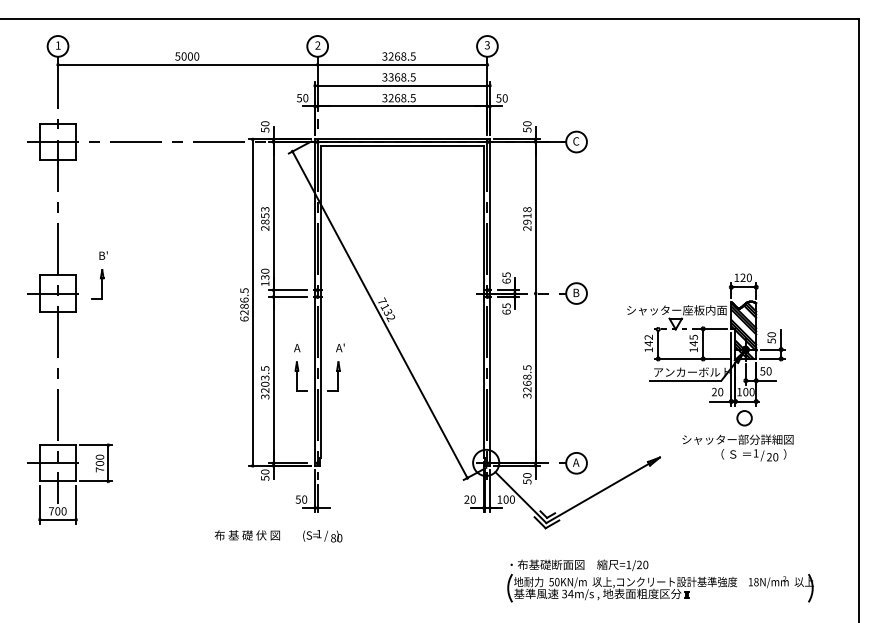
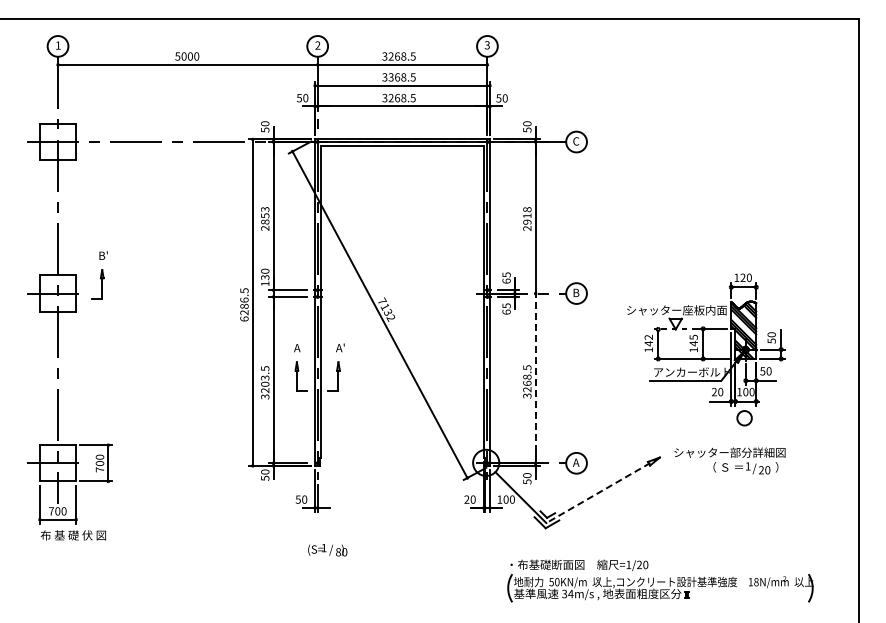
line at (535, 378): solid -> dashed
text at (737, 447) position: (737, 447) -> (729, 460)
line at (603, 490): solid -> dashed
text at (246, 535) position: (246, 535) -> (72, 535)
text at (322, 536) position: (322, 536) -> (327, 550)
